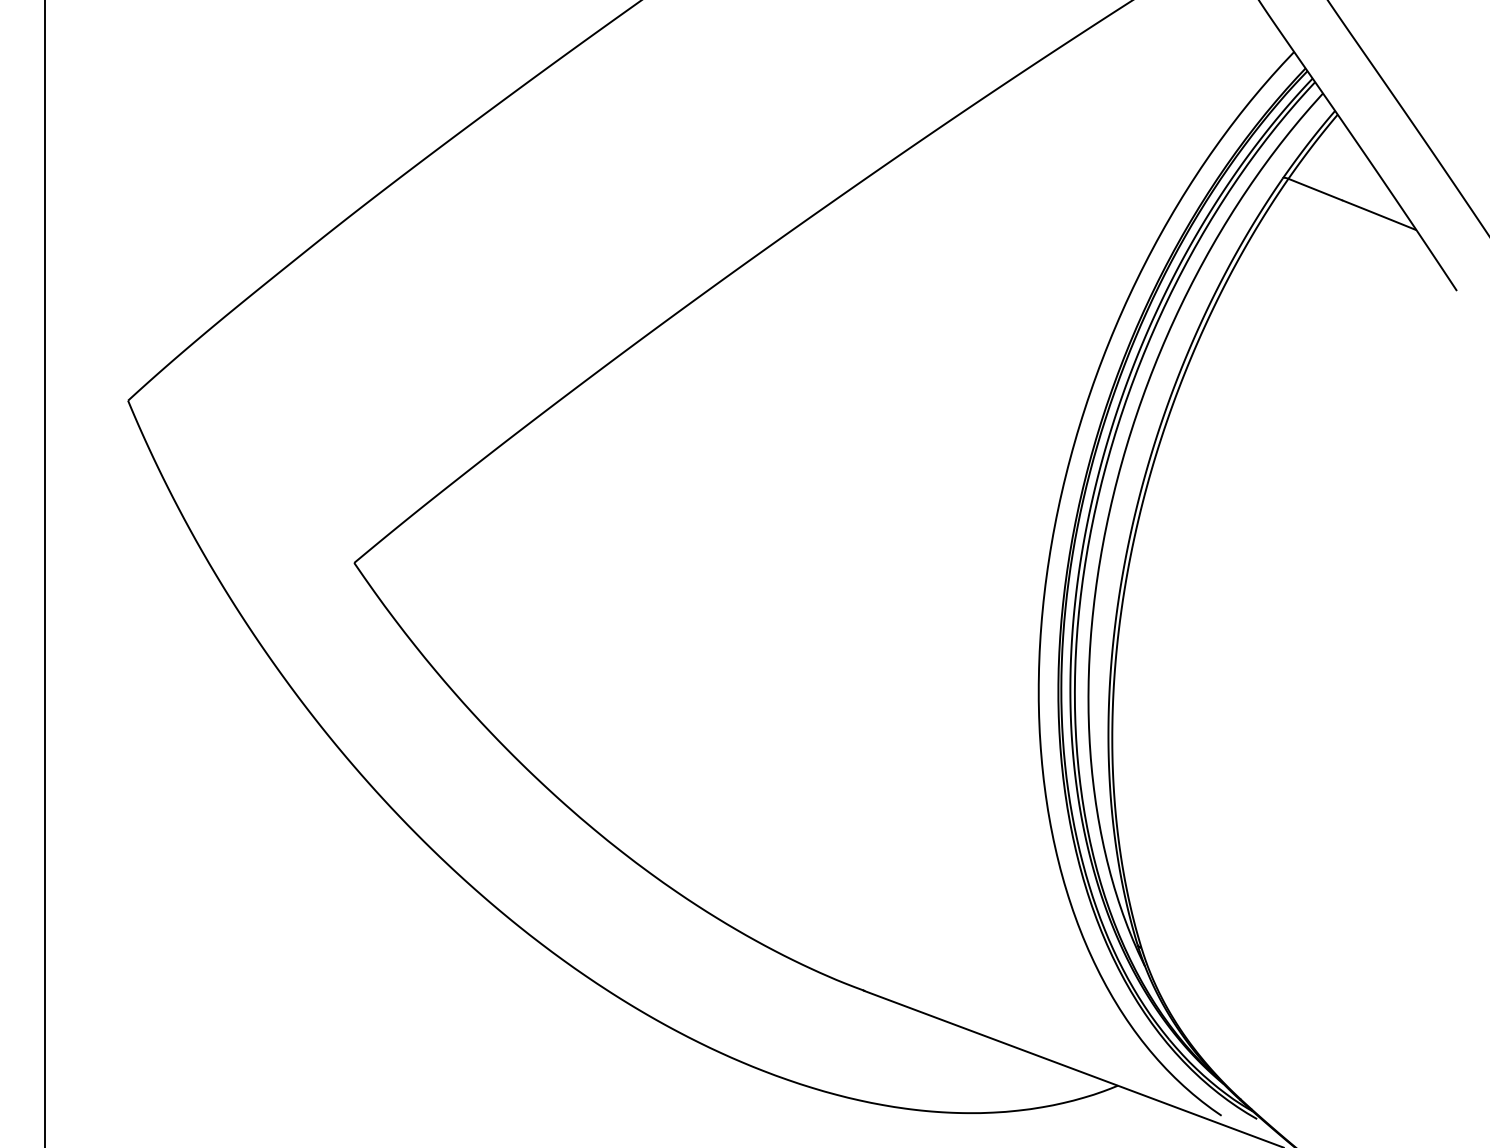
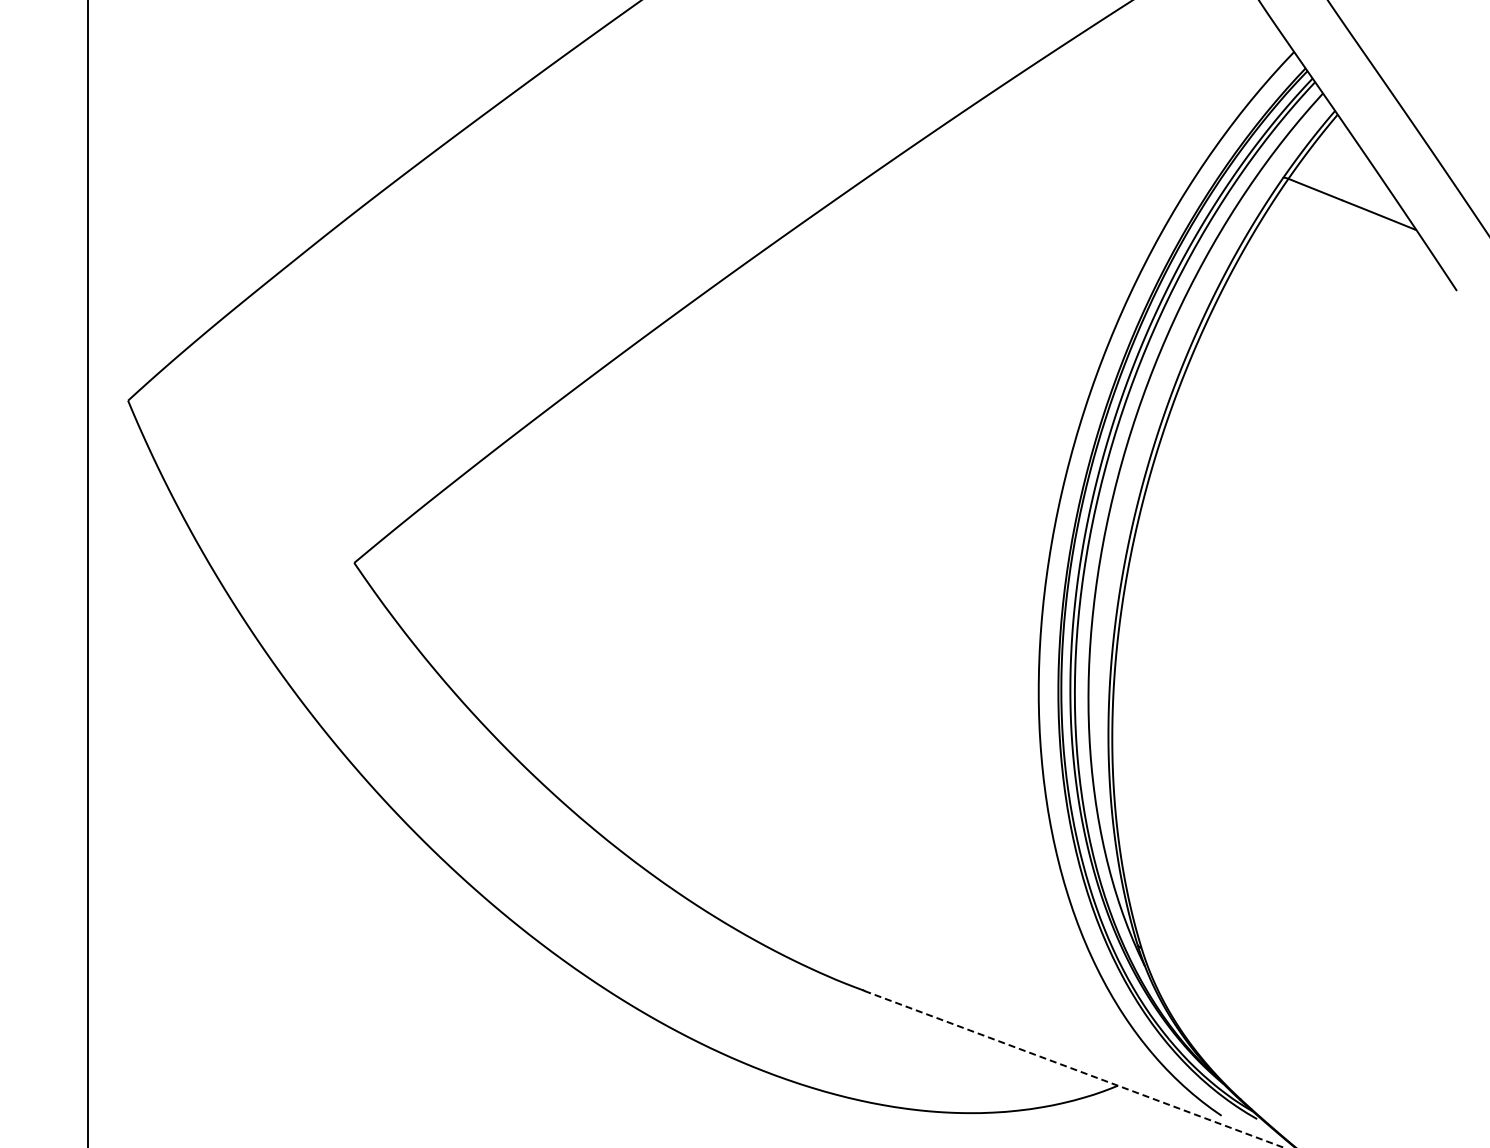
line at (44, 573) position: (44, 573) -> (87, 573)
line at (1074, 1069): solid -> dashed
